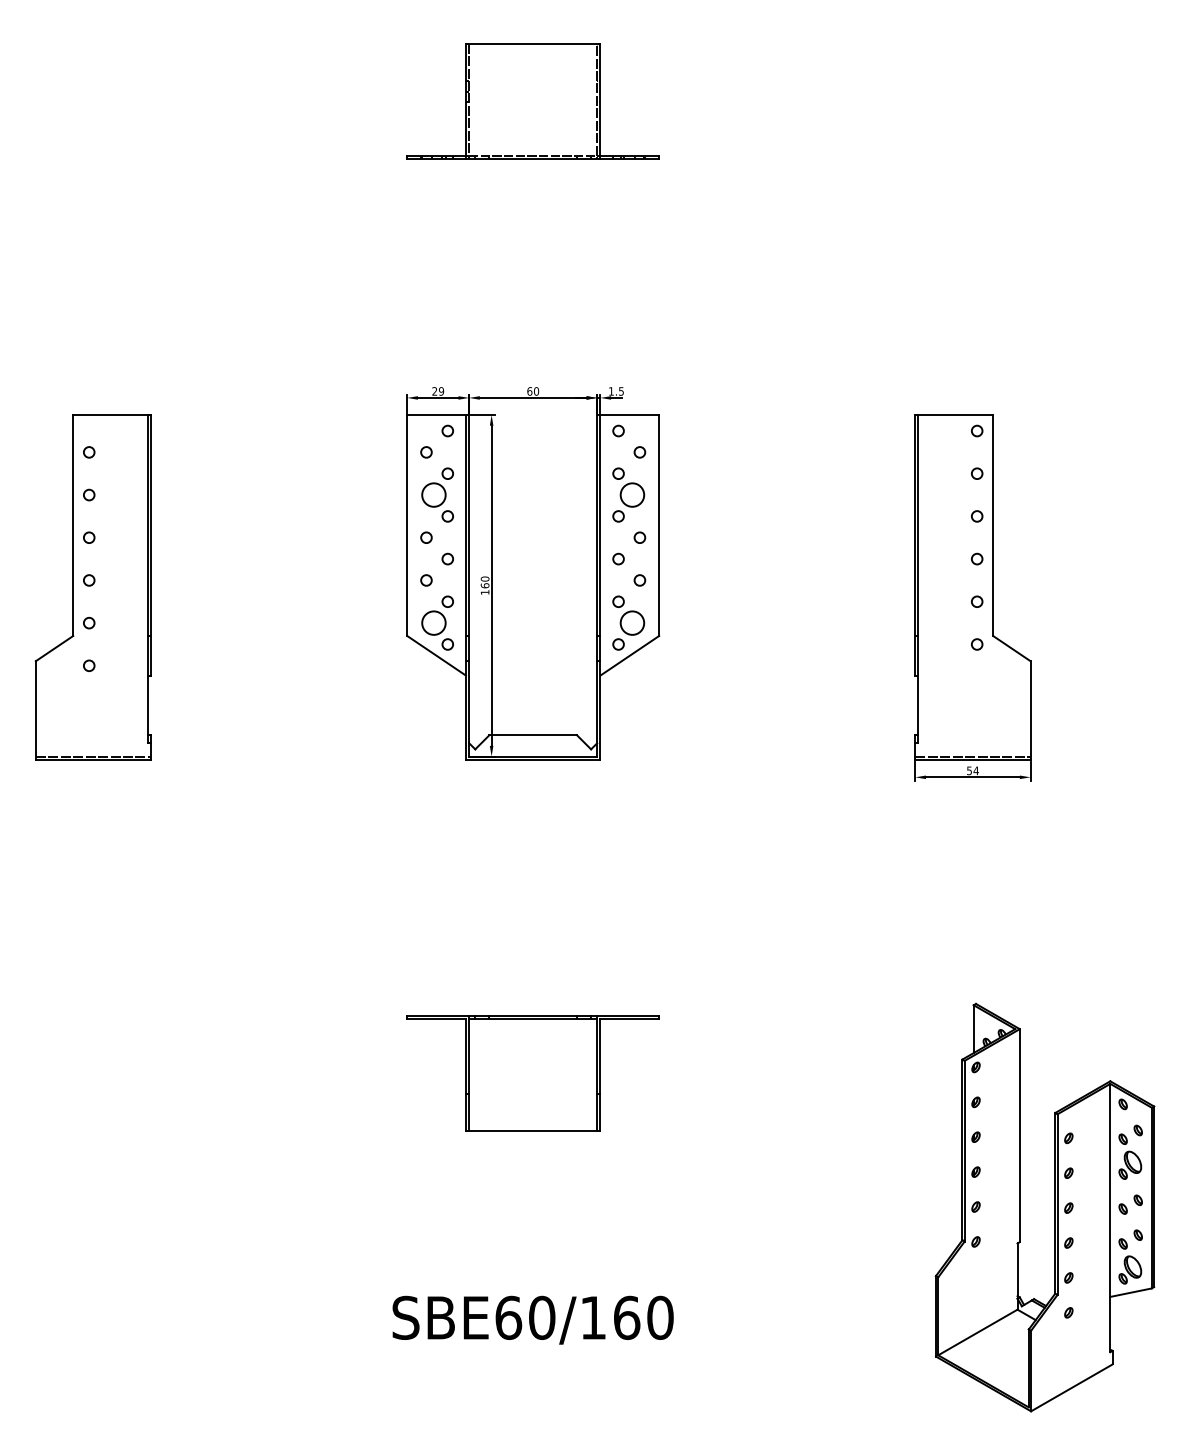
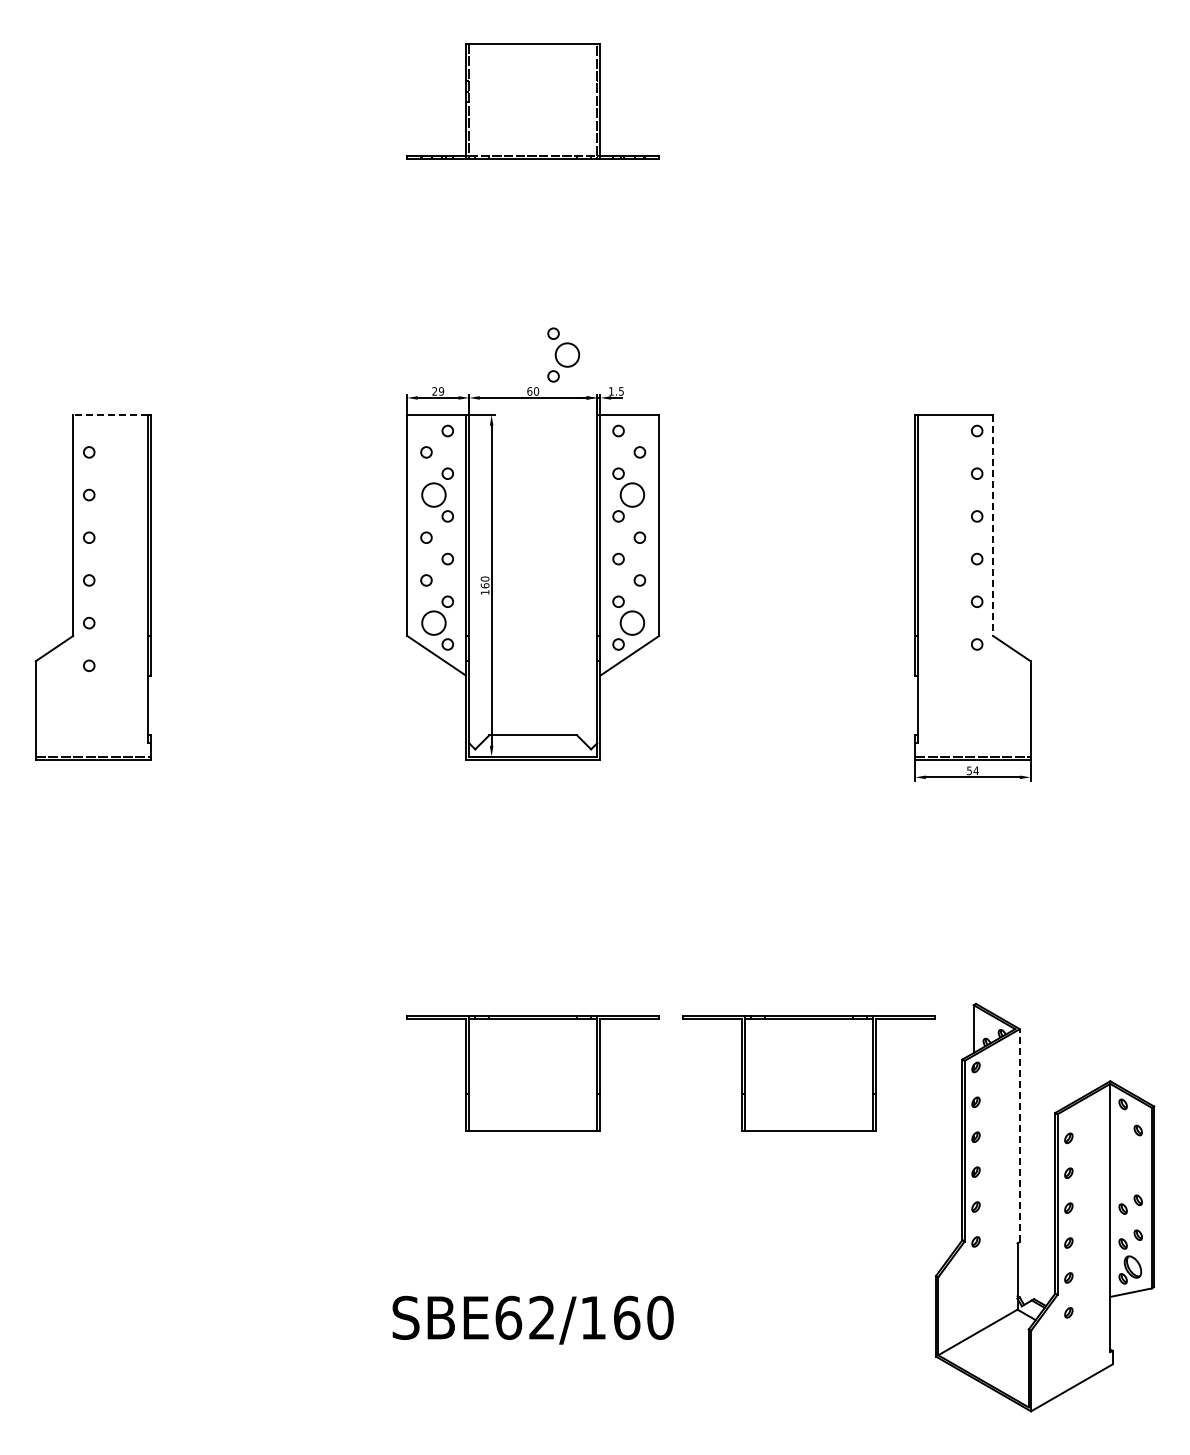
part at (563, 354): none -> present
line at (110, 415): solid -> dashed
line at (993, 526): solid -> dashed
part at (808, 1073): none -> present
line at (1019, 1135): solid -> dashed
part at (1130, 1156): present -> none
text at (542, 1317): SBE60/160 -> SBE62/160
